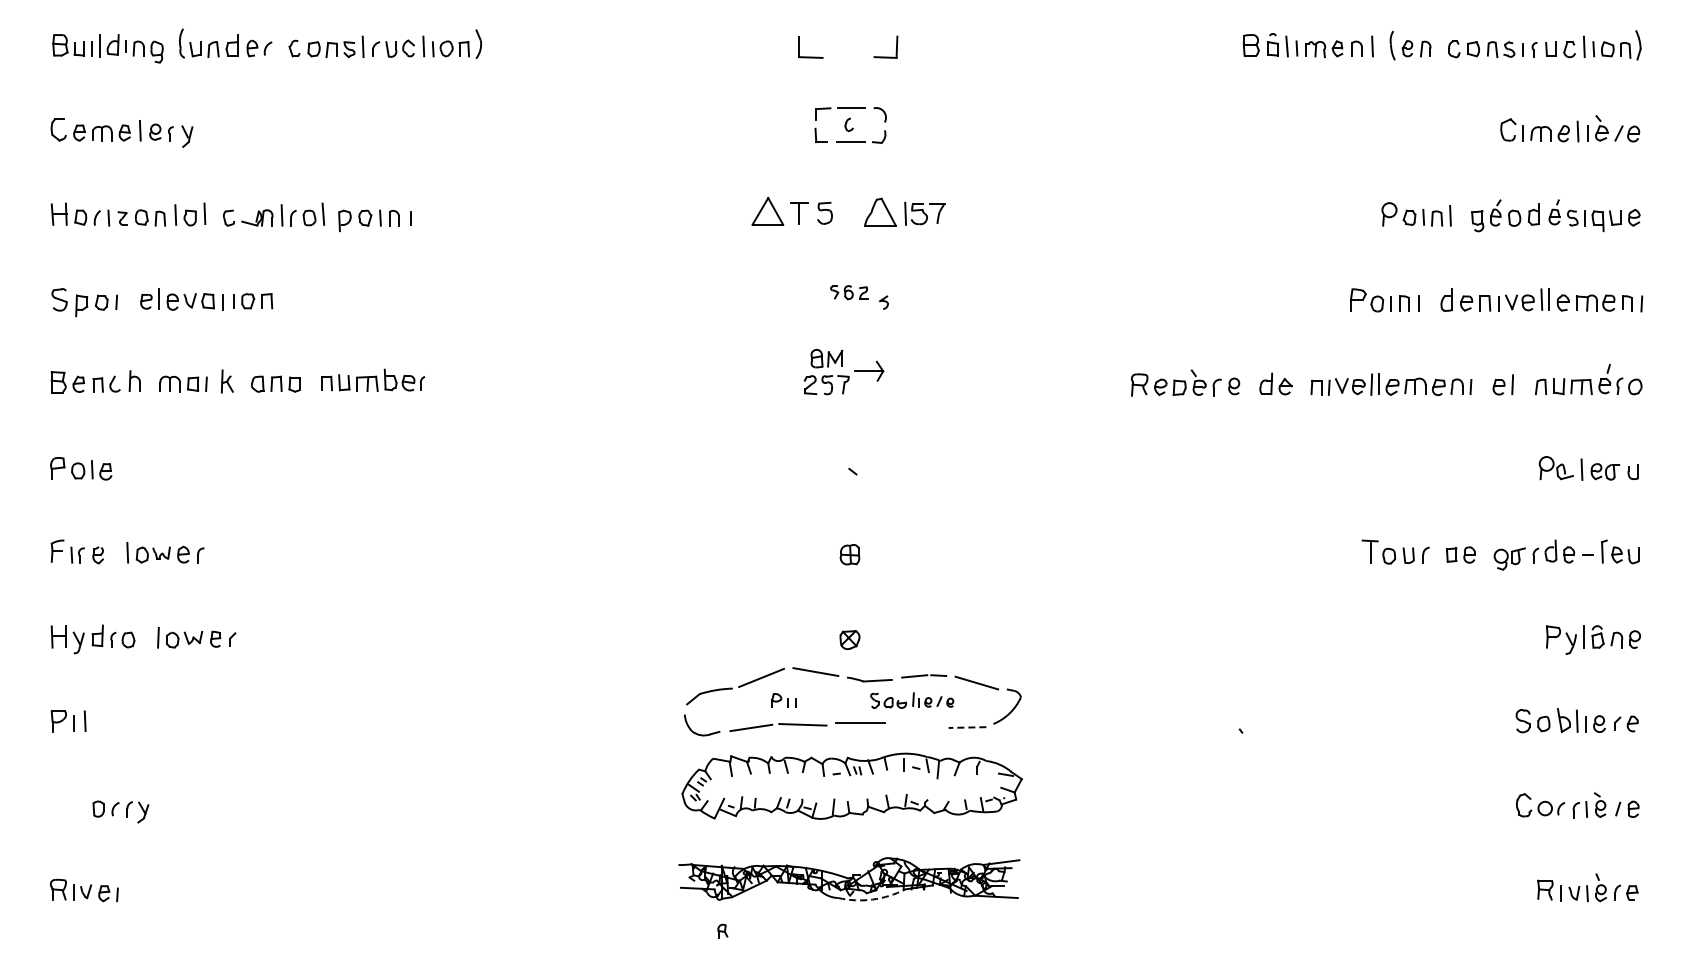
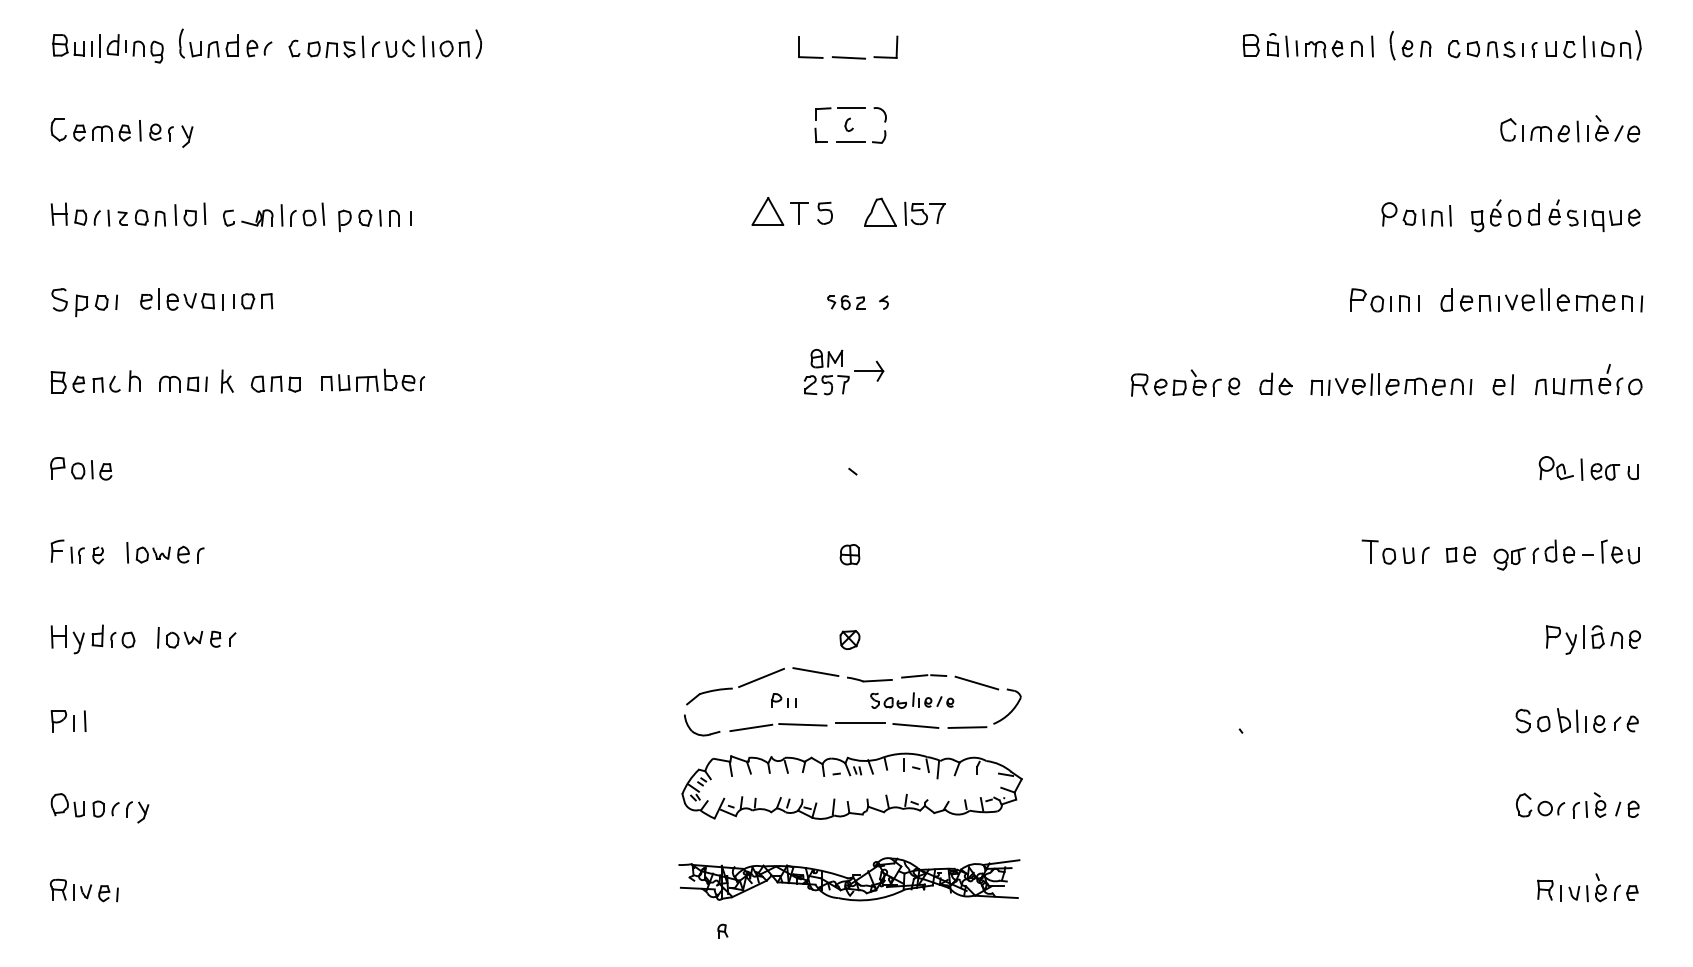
line at (848, 57): none -> present
part at (849, 292) position: (849, 292) -> (846, 302)
line at (915, 725): none -> present
line at (967, 727): dashed -> solid
part at (67, 805): none -> present
arc at (872, 899): dashed -> solid
